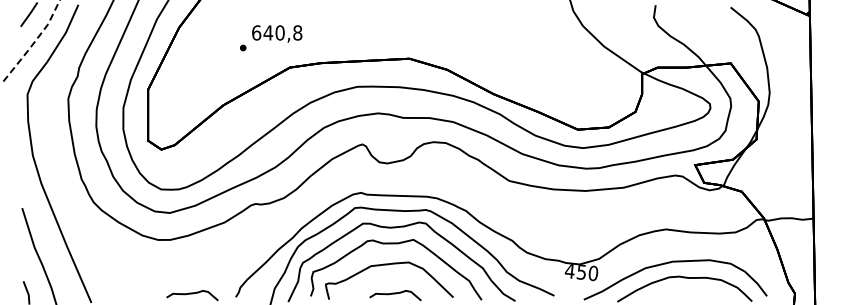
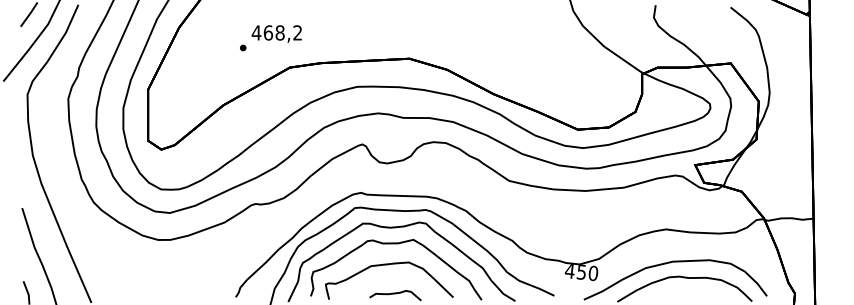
text at (276, 32): 640,8 -> 468,2
line at (34, 42): dashed -> solid
curve at (192, 294): present -> none
